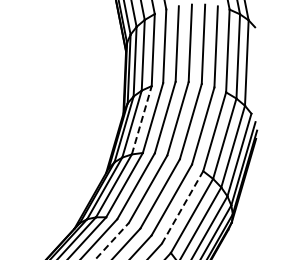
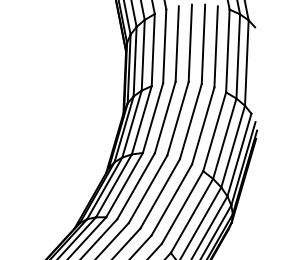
line at (141, 120): dashed -> solid
line at (182, 207): dashed -> solid
line at (112, 241): dashed -> solid
